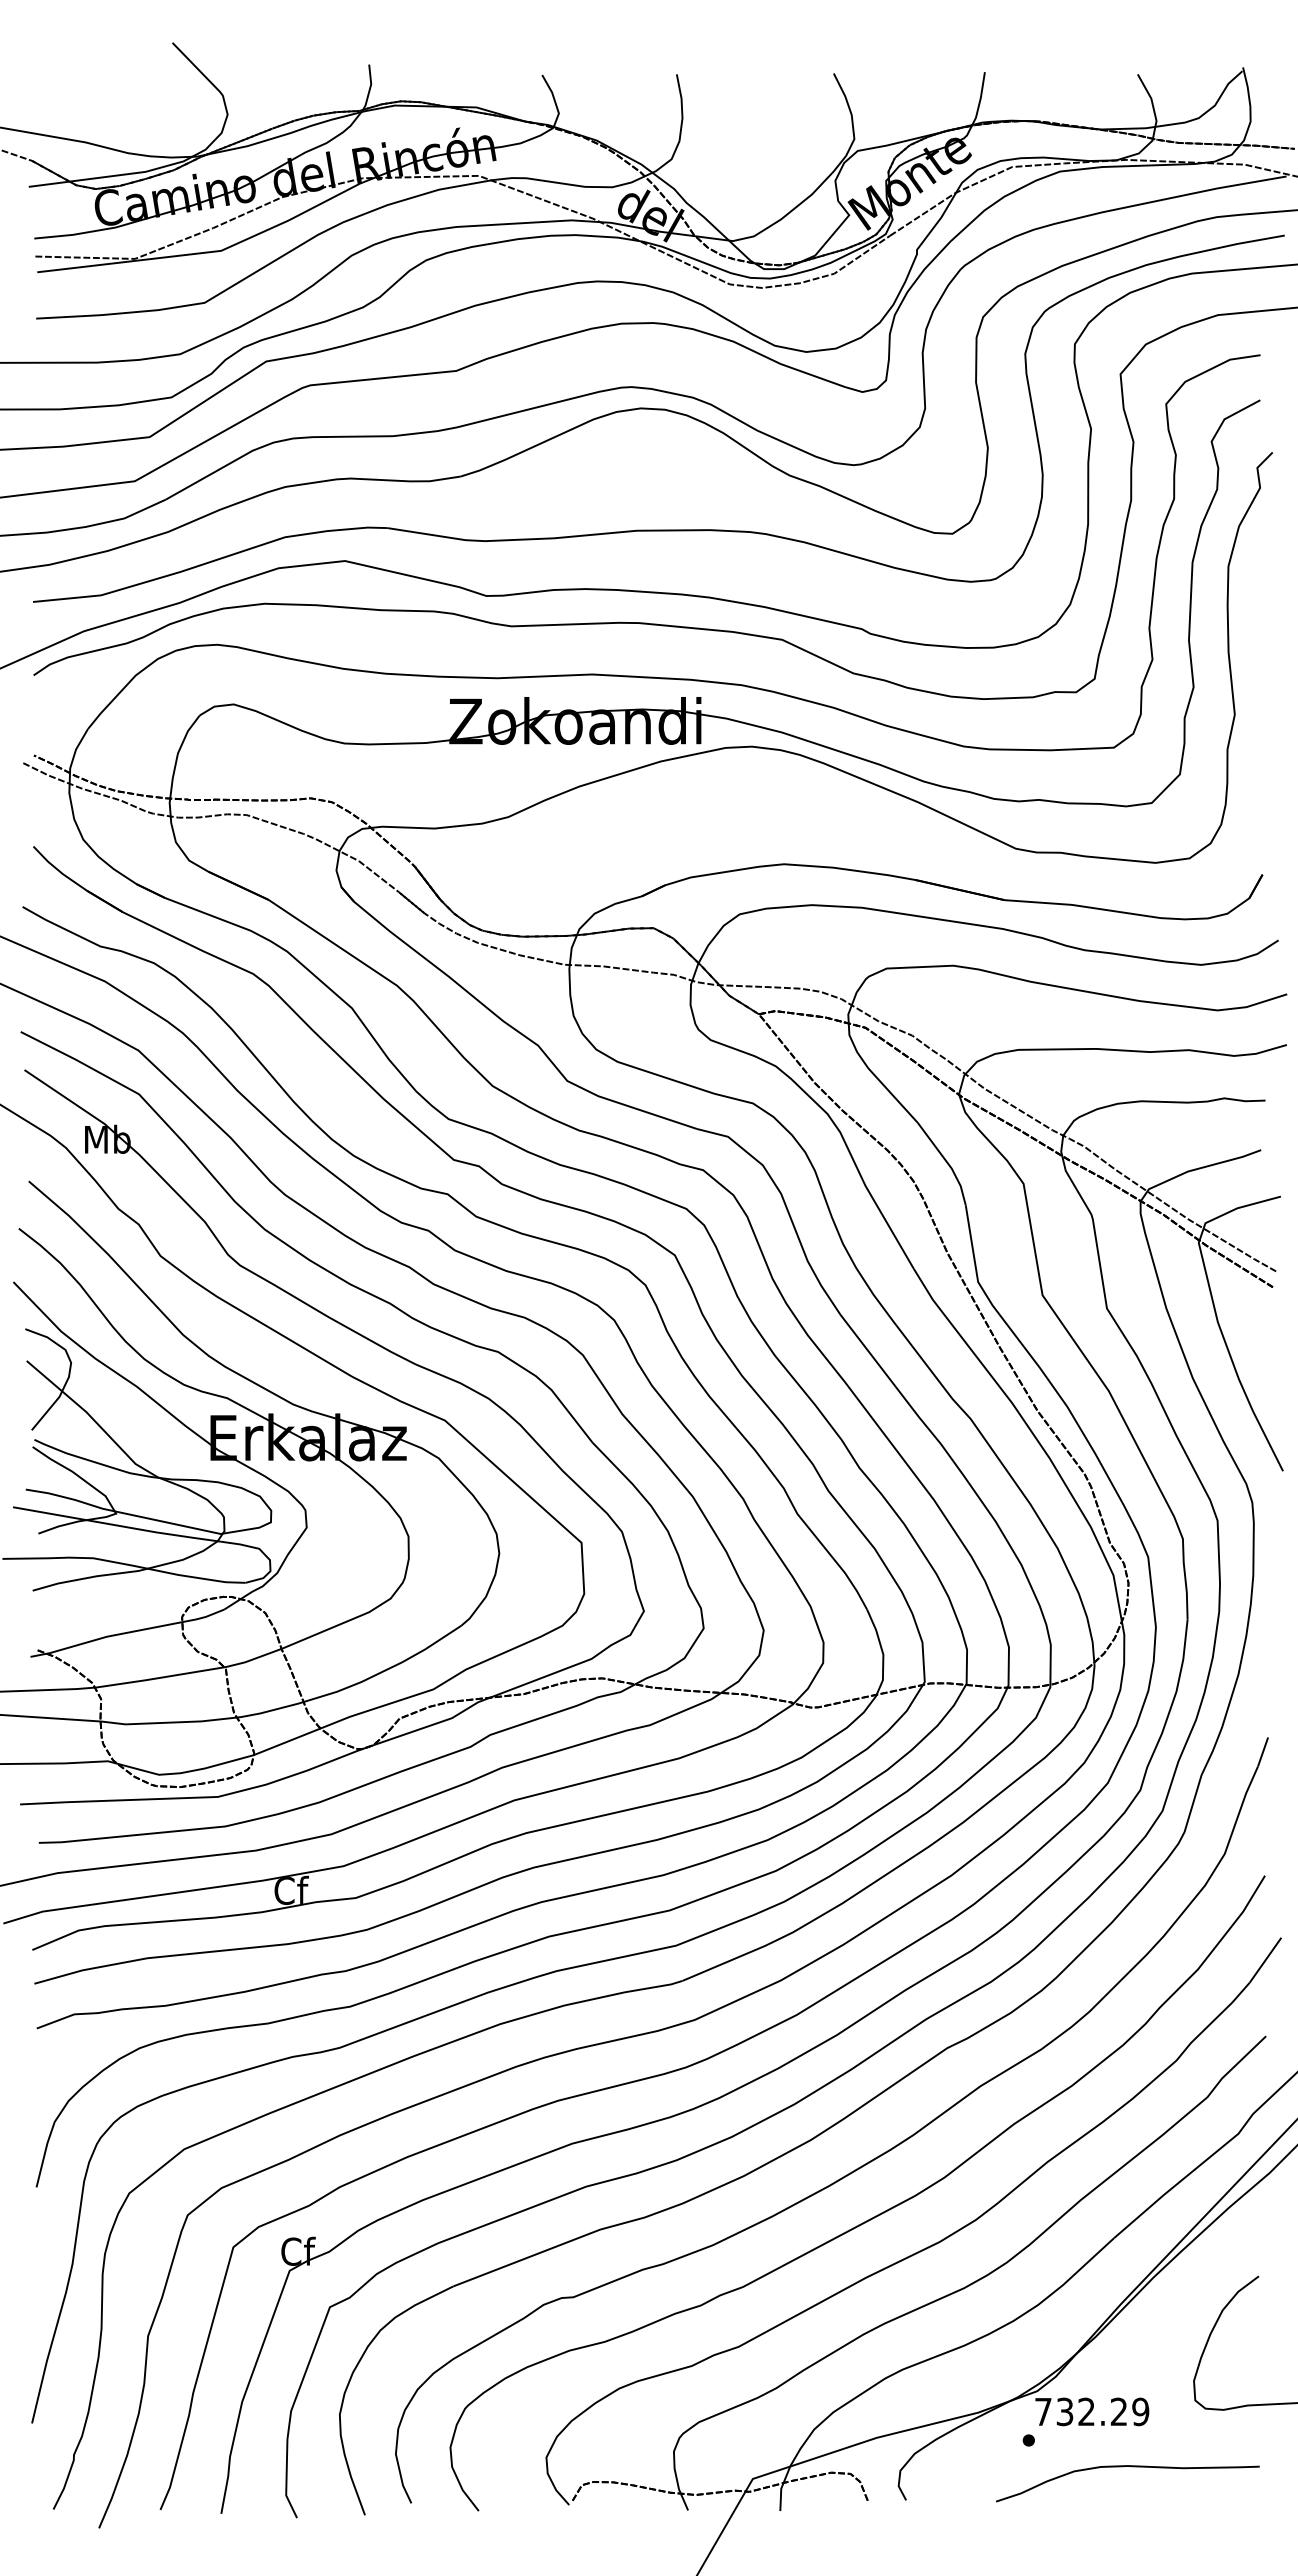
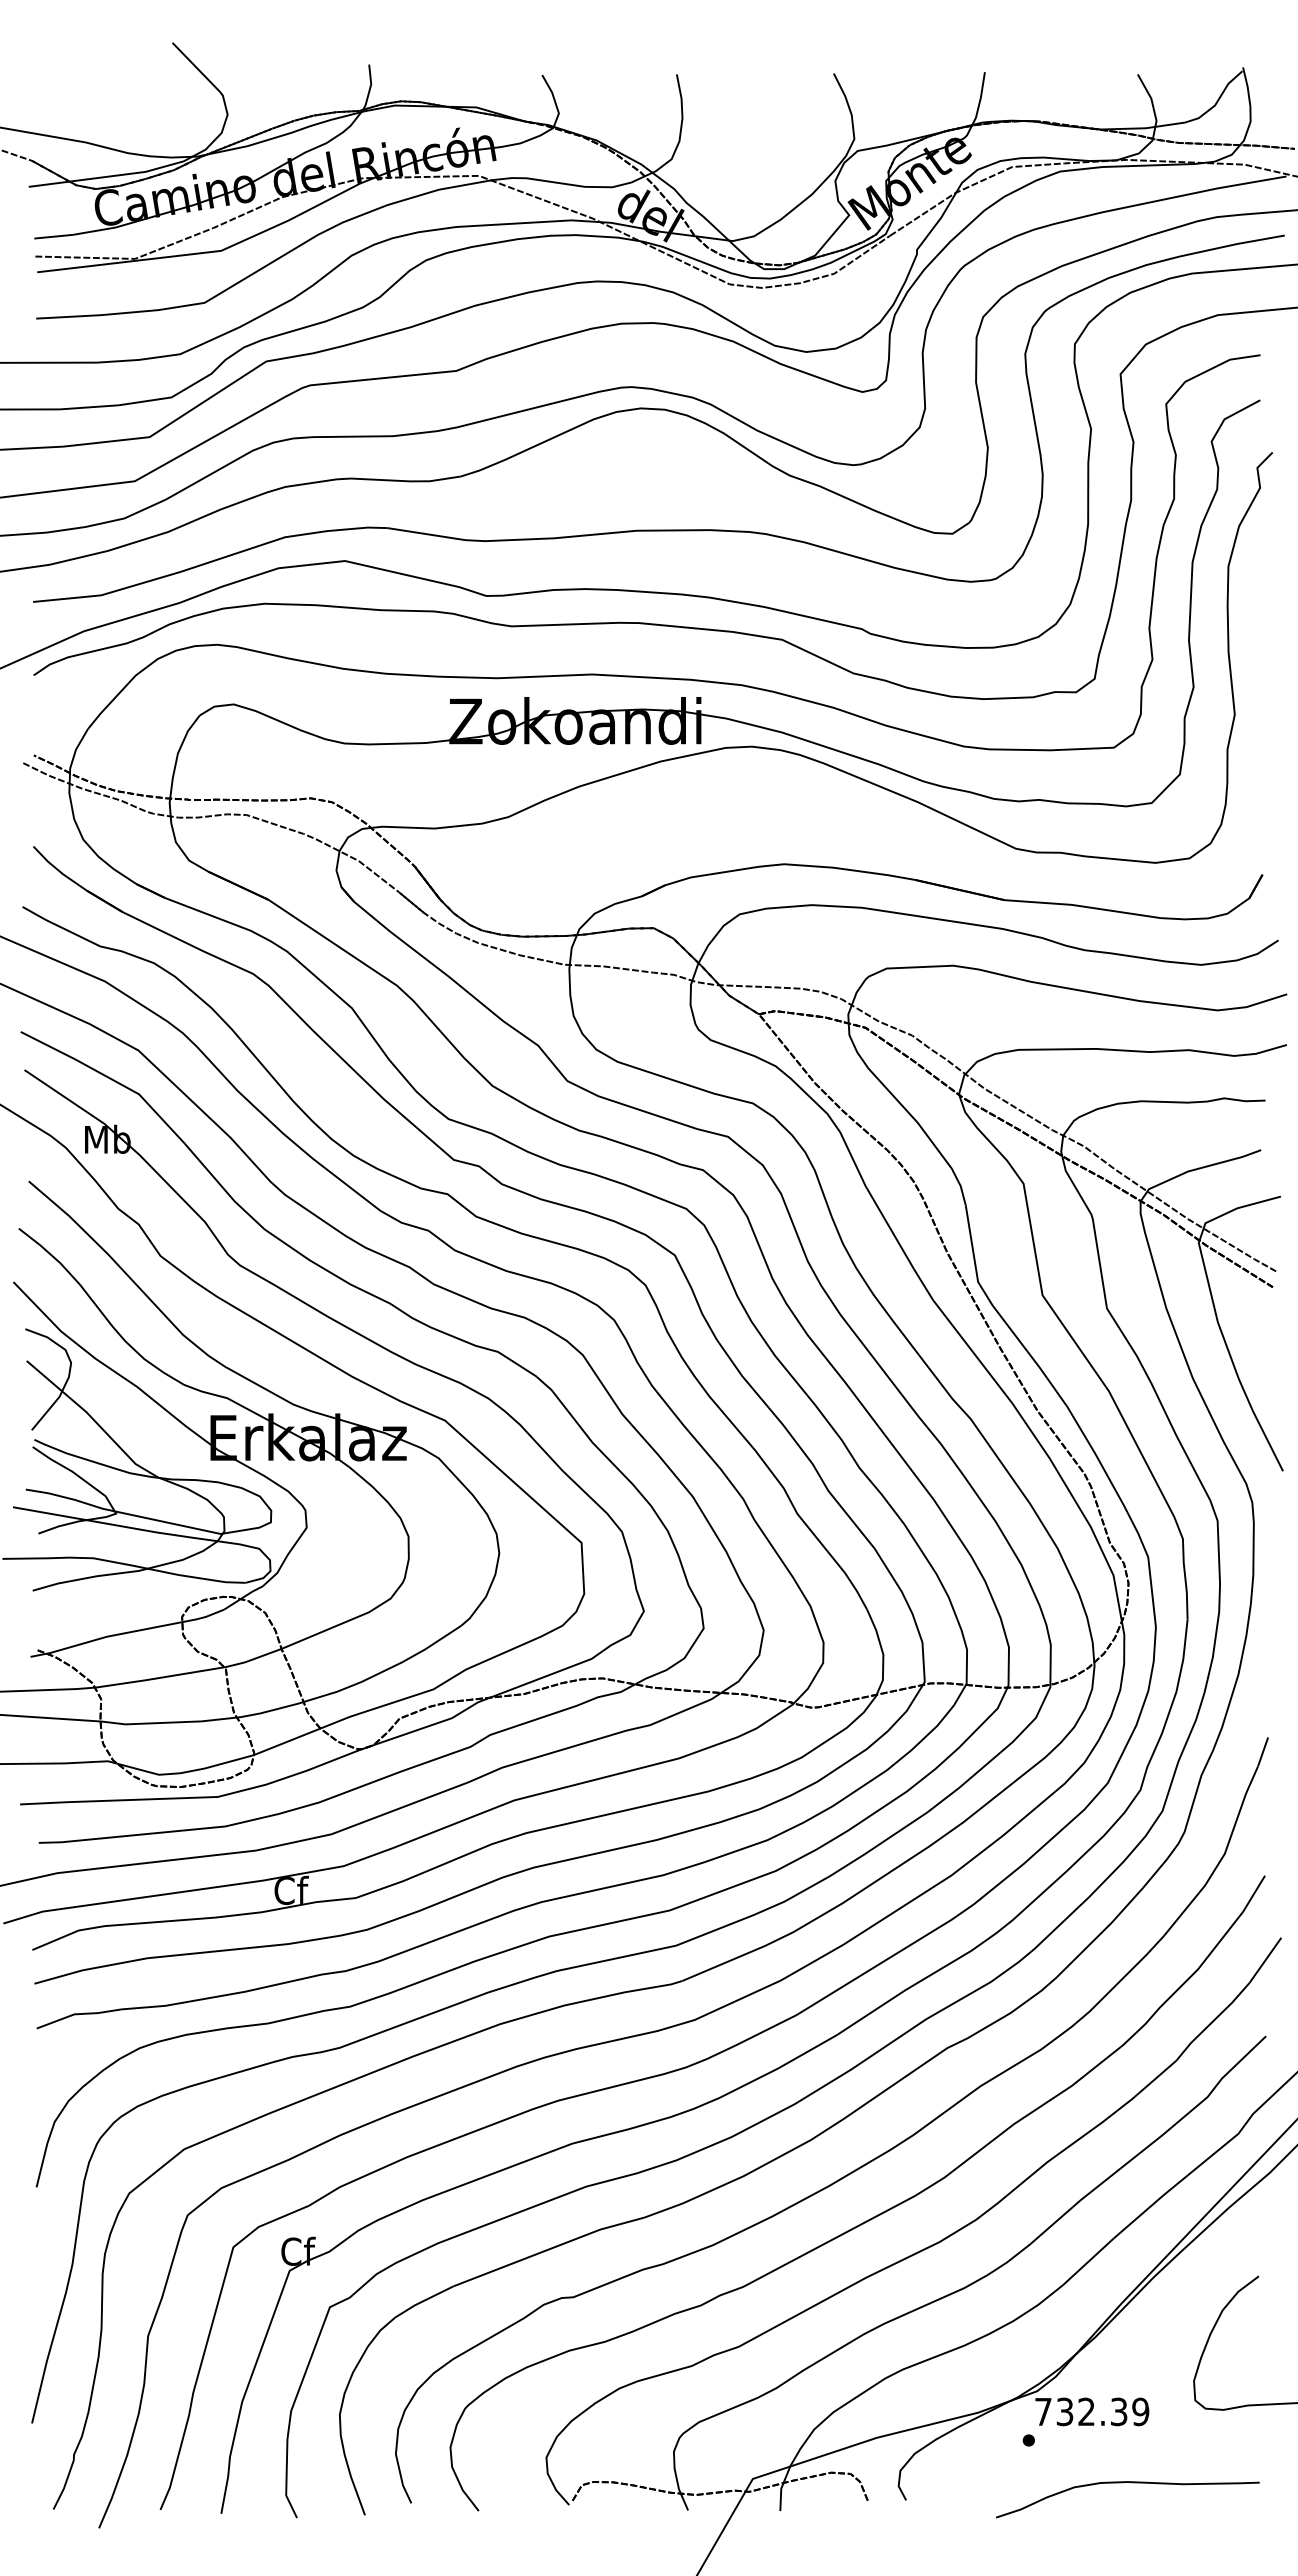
text at (1119, 2411): 732.29 -> 732.39
curve at (1123, 2467) position: (1123, 2467) -> (1123, 2483)
